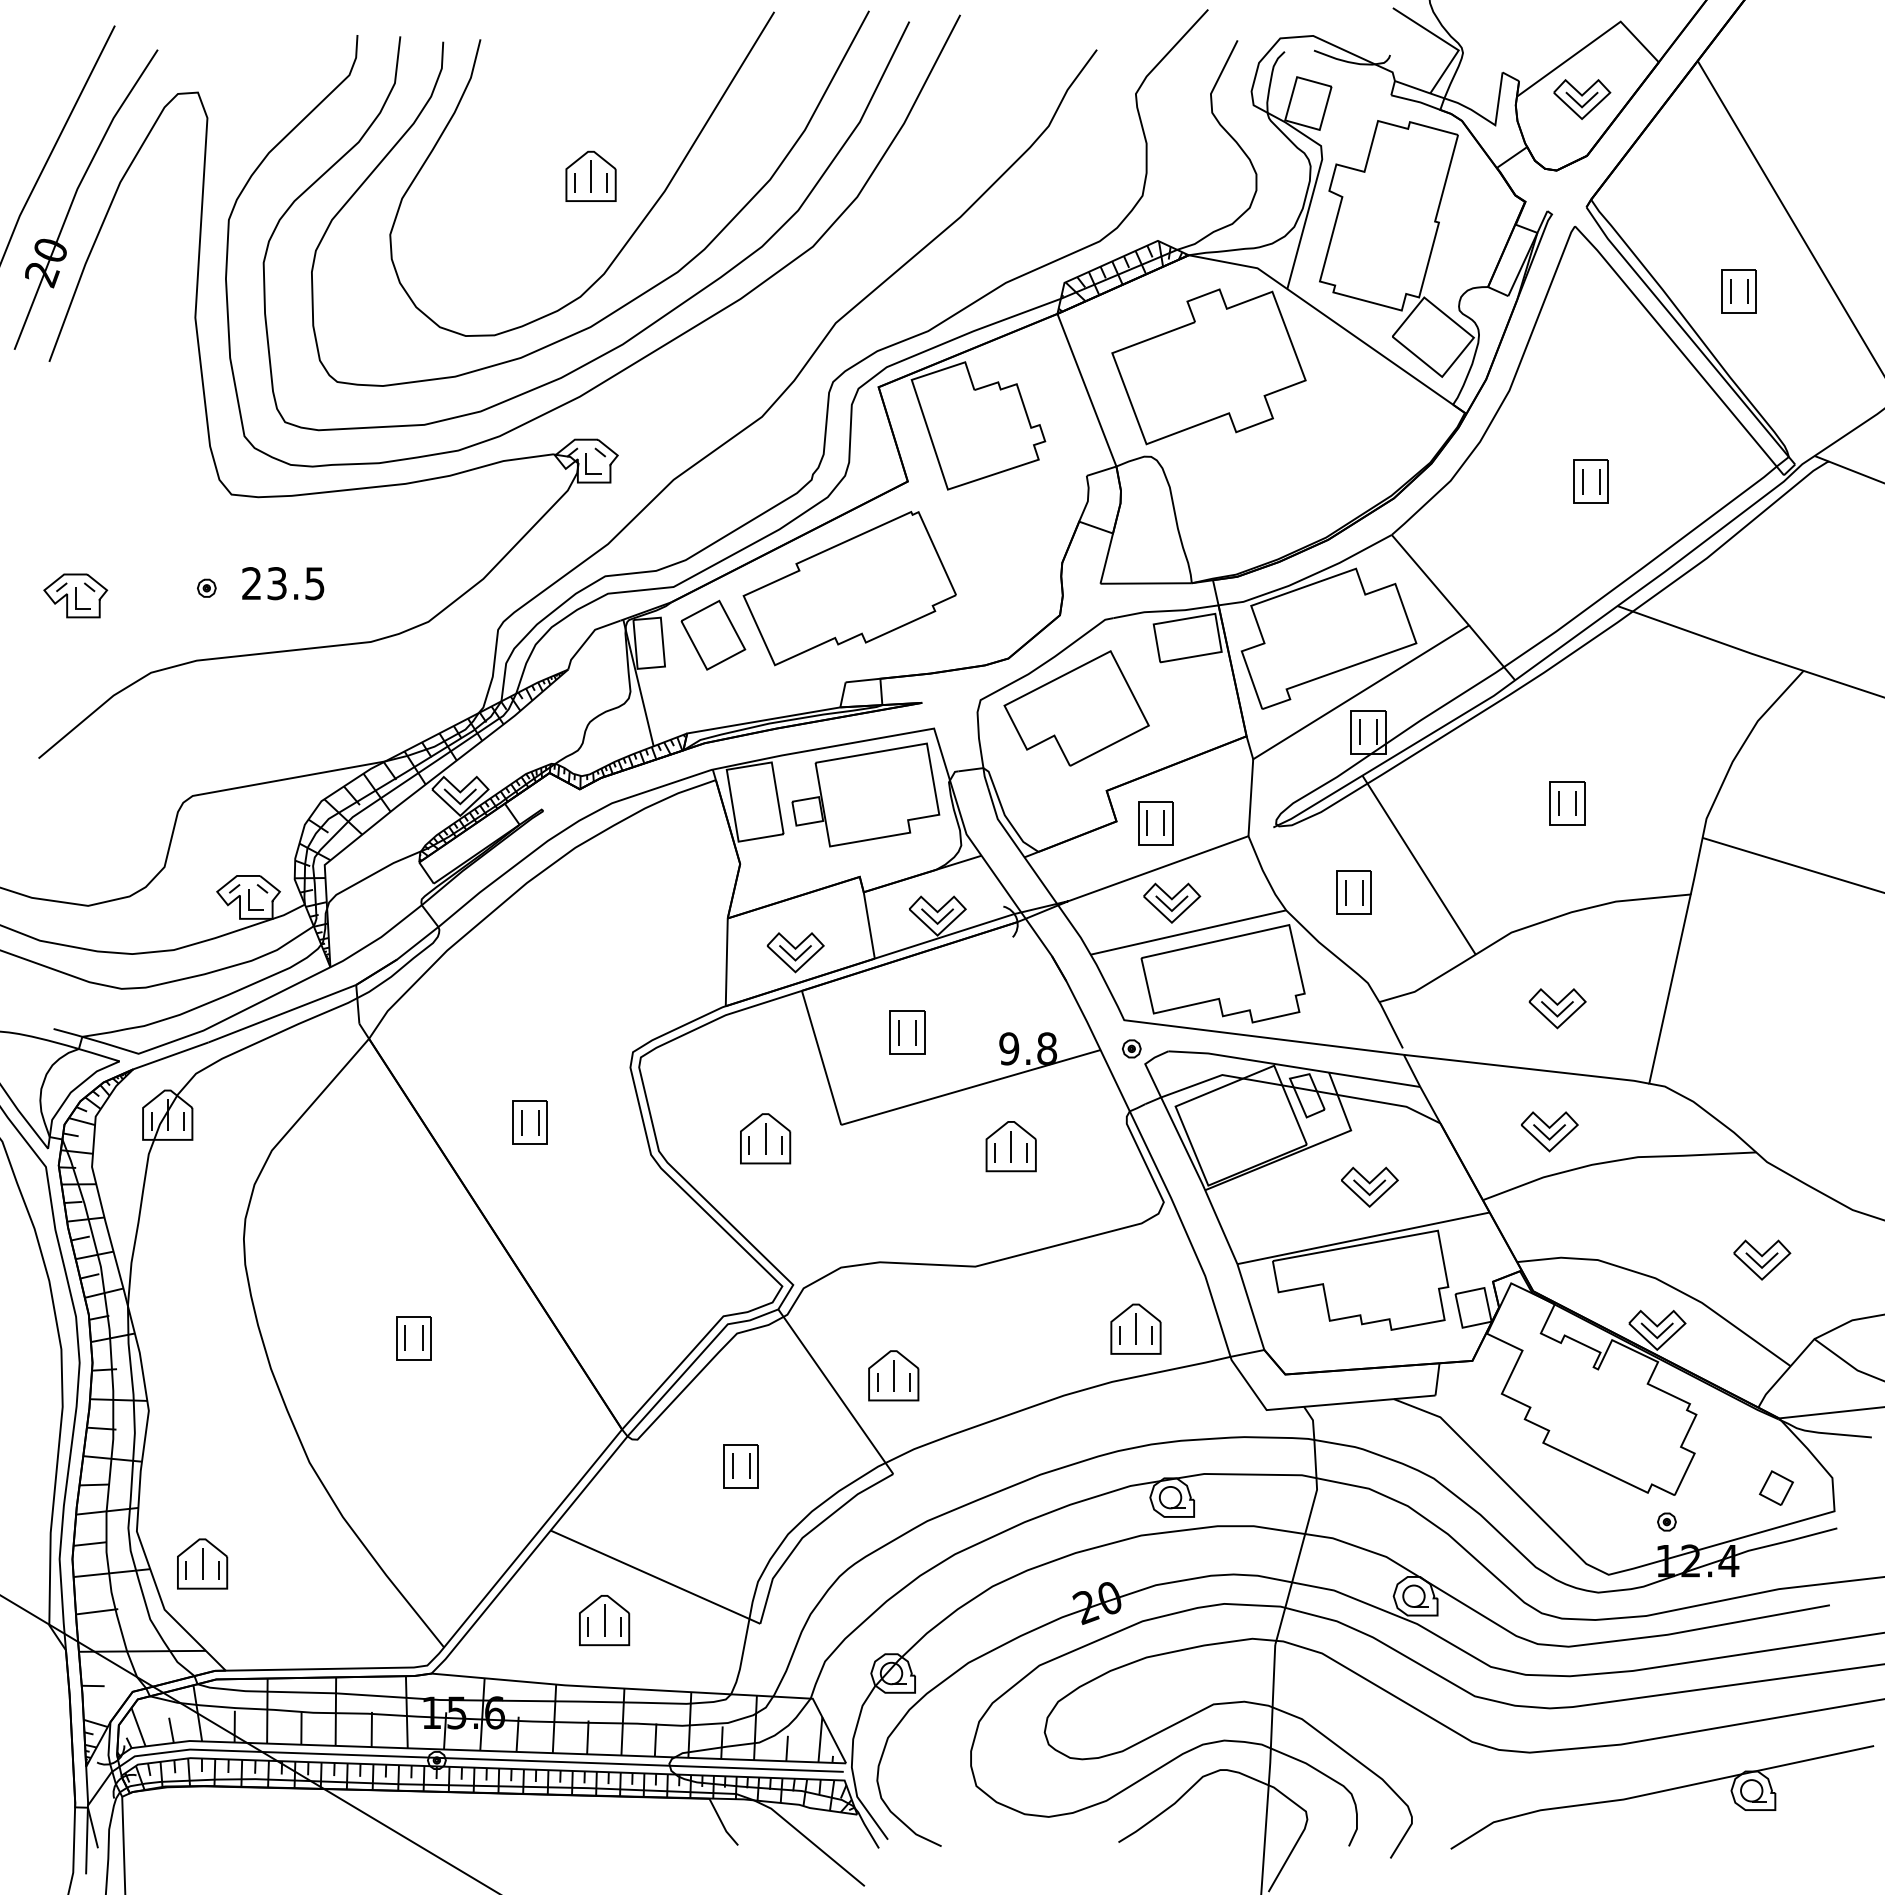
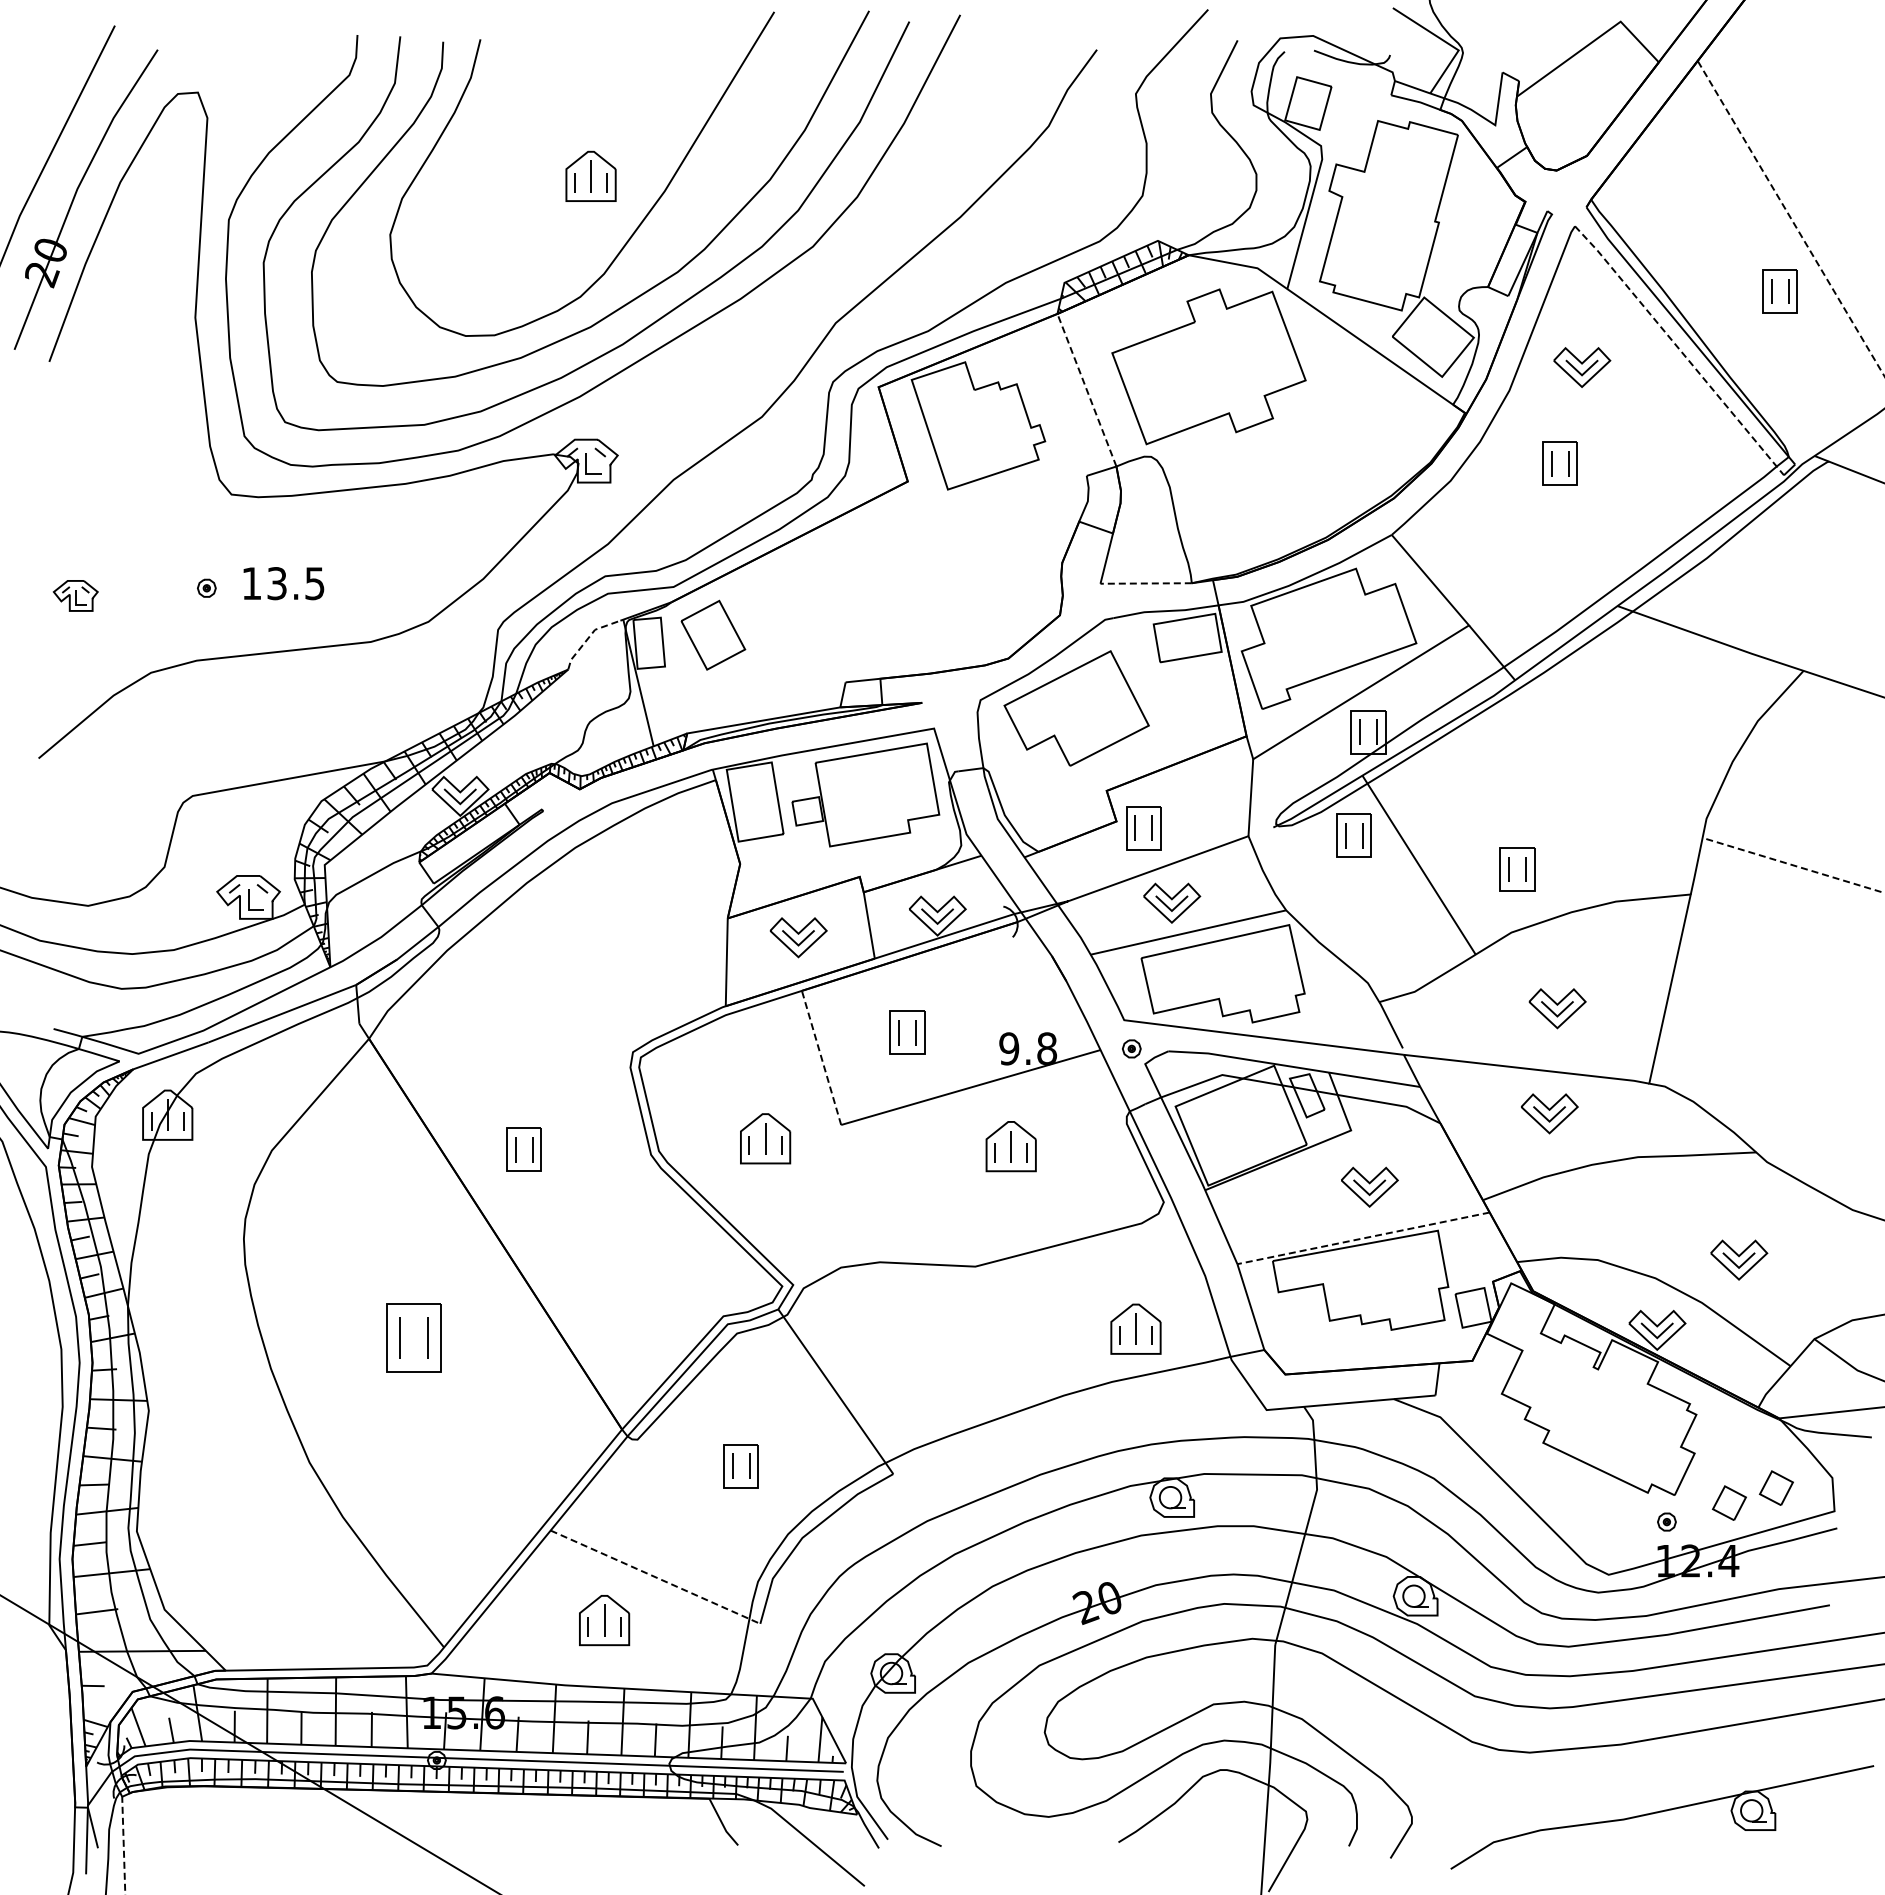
part at (1582, 99) position: (1582, 99) -> (1582, 367)
line at (1790, 218): solid -> dashed
part at (1738, 291) position: (1738, 291) -> (1779, 291)
line at (1680, 350): solid -> dashed
line at (1086, 390): solid -> dashed
part at (1590, 481) position: (1590, 481) -> (1559, 463)
text at (251, 583): 23.5 -> 13.5
line at (1146, 583): solid -> dashed
part at (849, 588): present -> none
part at (75, 595) size: 66x46 px -> 47x32 px
line at (588, 638): solid -> dashed
part at (1567, 803) position: (1567, 803) -> (1517, 869)
part at (1155, 823) position: (1155, 823) -> (1143, 828)
line at (1793, 865): solid -> dashed
part at (1353, 892) position: (1353, 892) -> (1353, 835)
part at (795, 952) position: (795, 952) -> (798, 937)
line at (821, 1057): solid -> dashed
part at (529, 1122) position: (529, 1122) -> (523, 1149)
part at (1549, 1131) position: (1549, 1131) -> (1549, 1113)
line at (1363, 1238): solid -> dashed
part at (1762, 1259) position: (1762, 1259) -> (1739, 1259)
part at (413, 1338) size: 36x45 px -> 56x70 px
part at (893, 1375): present -> none
part at (1729, 1502): none -> present
part at (202, 1563): present -> none
line at (656, 1577): solid -> dashed
part at (1662, 1797) position: (1662, 1797) -> (1662, 1817)
line at (123, 1845): solid -> dashed
